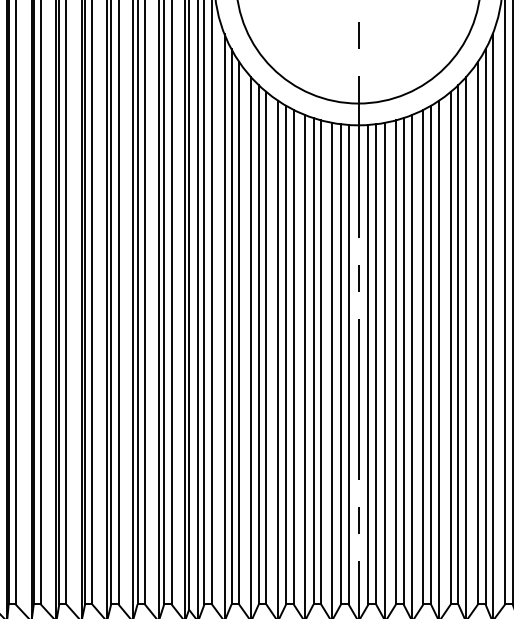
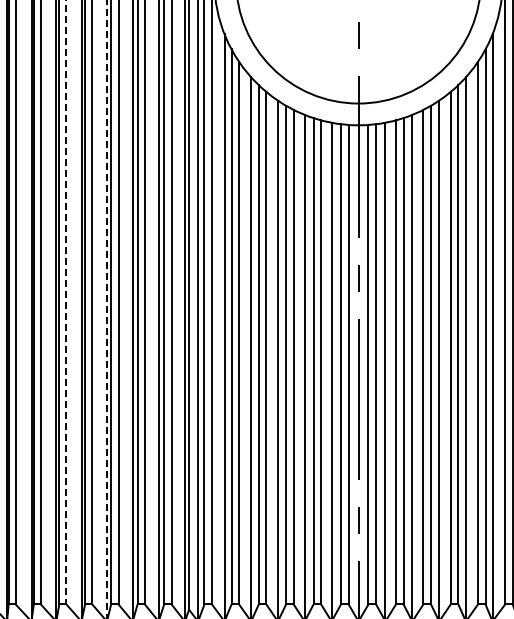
line at (66, 302): solid -> dashed
line at (106, 309): solid -> dashed
